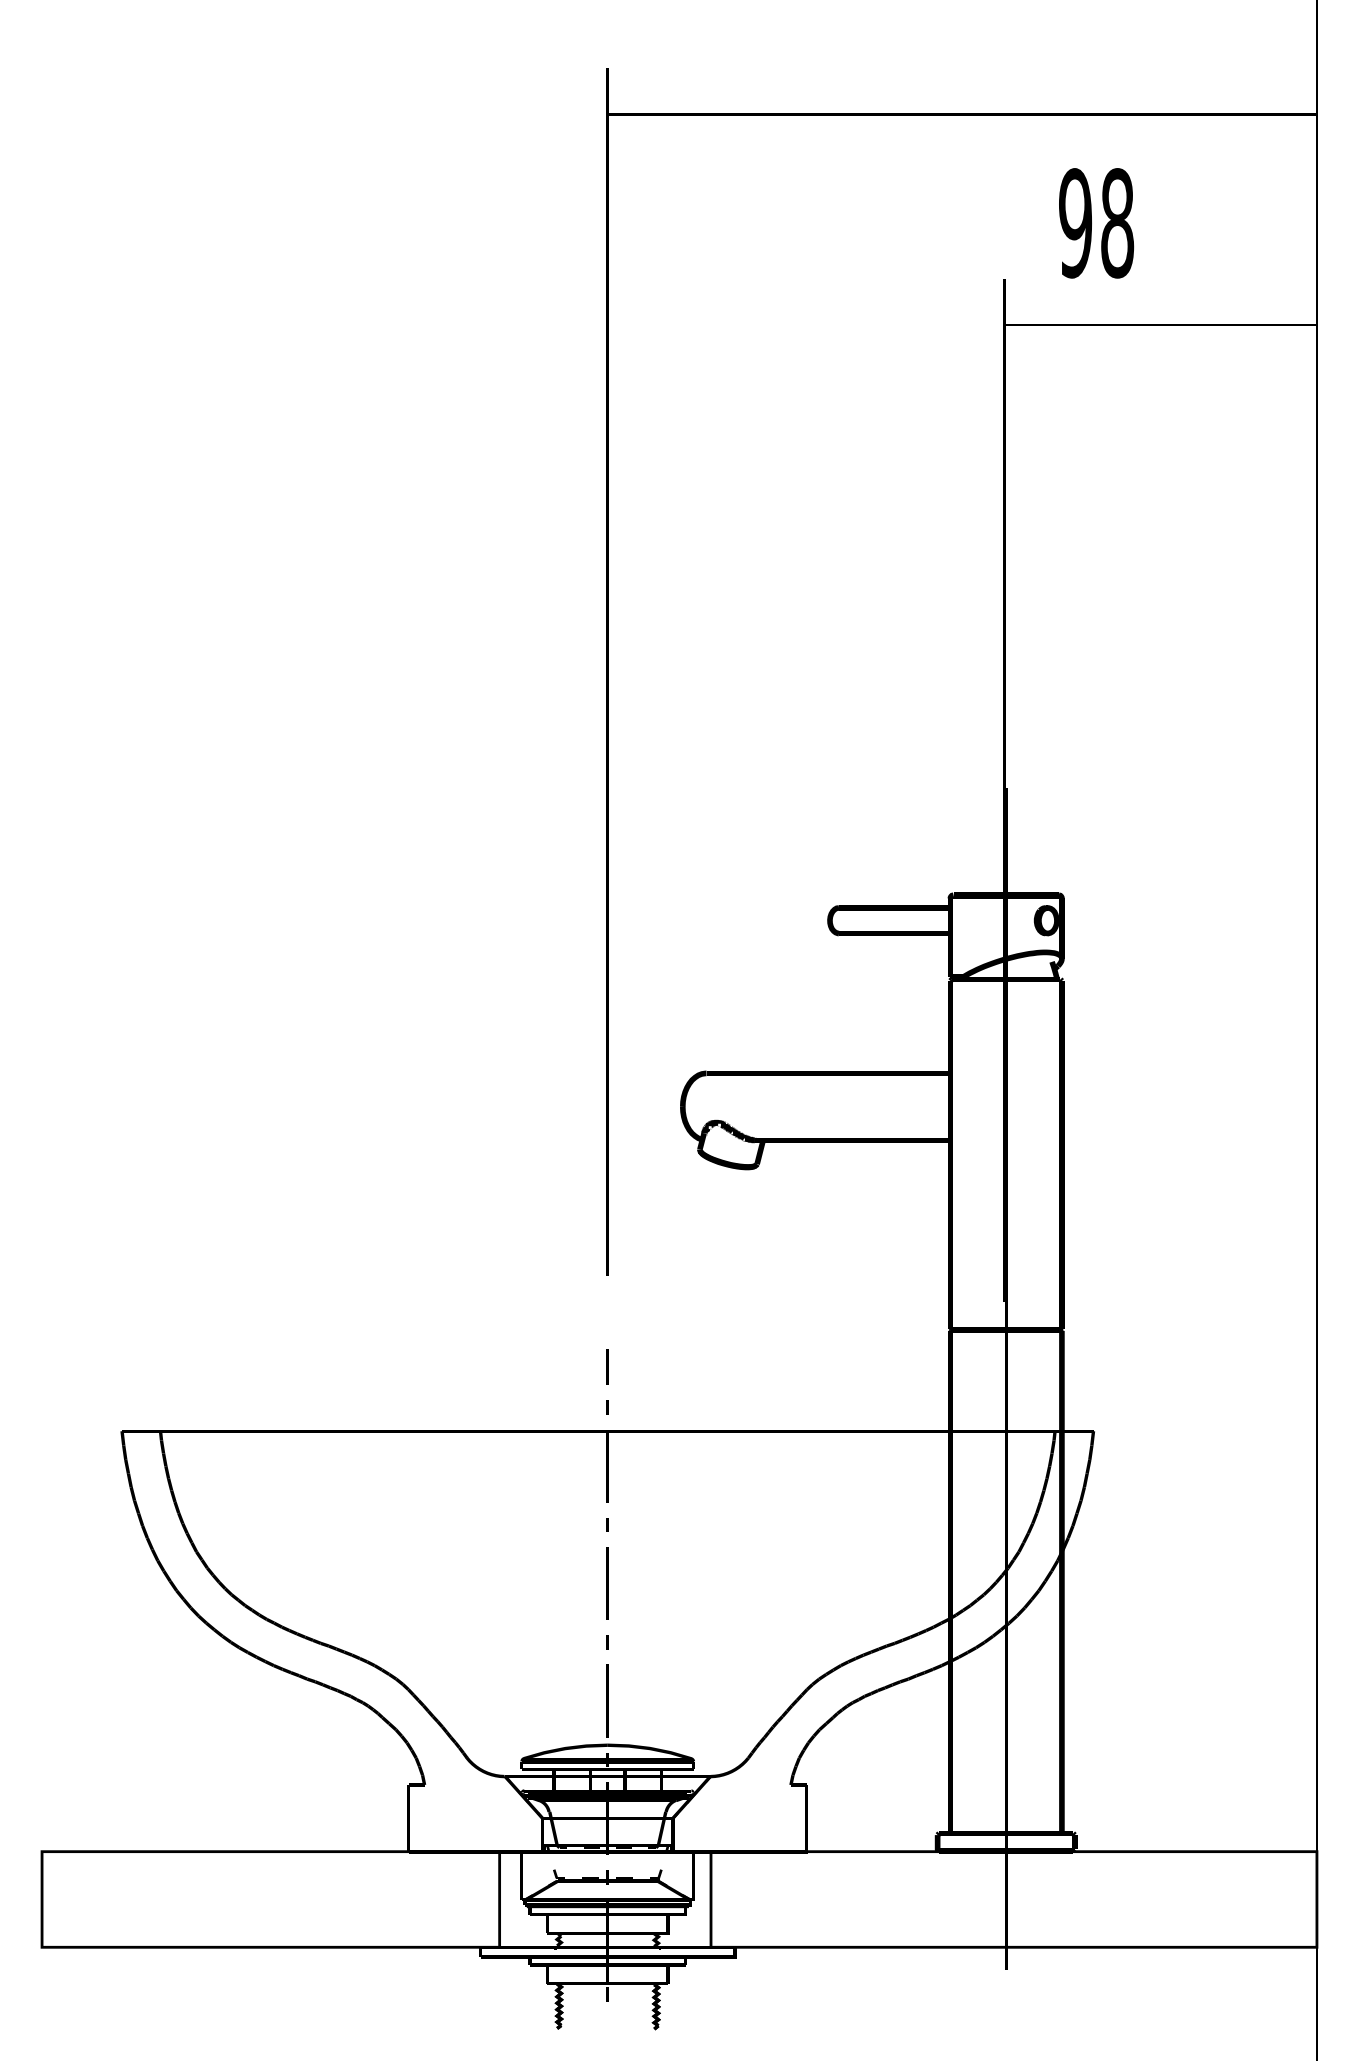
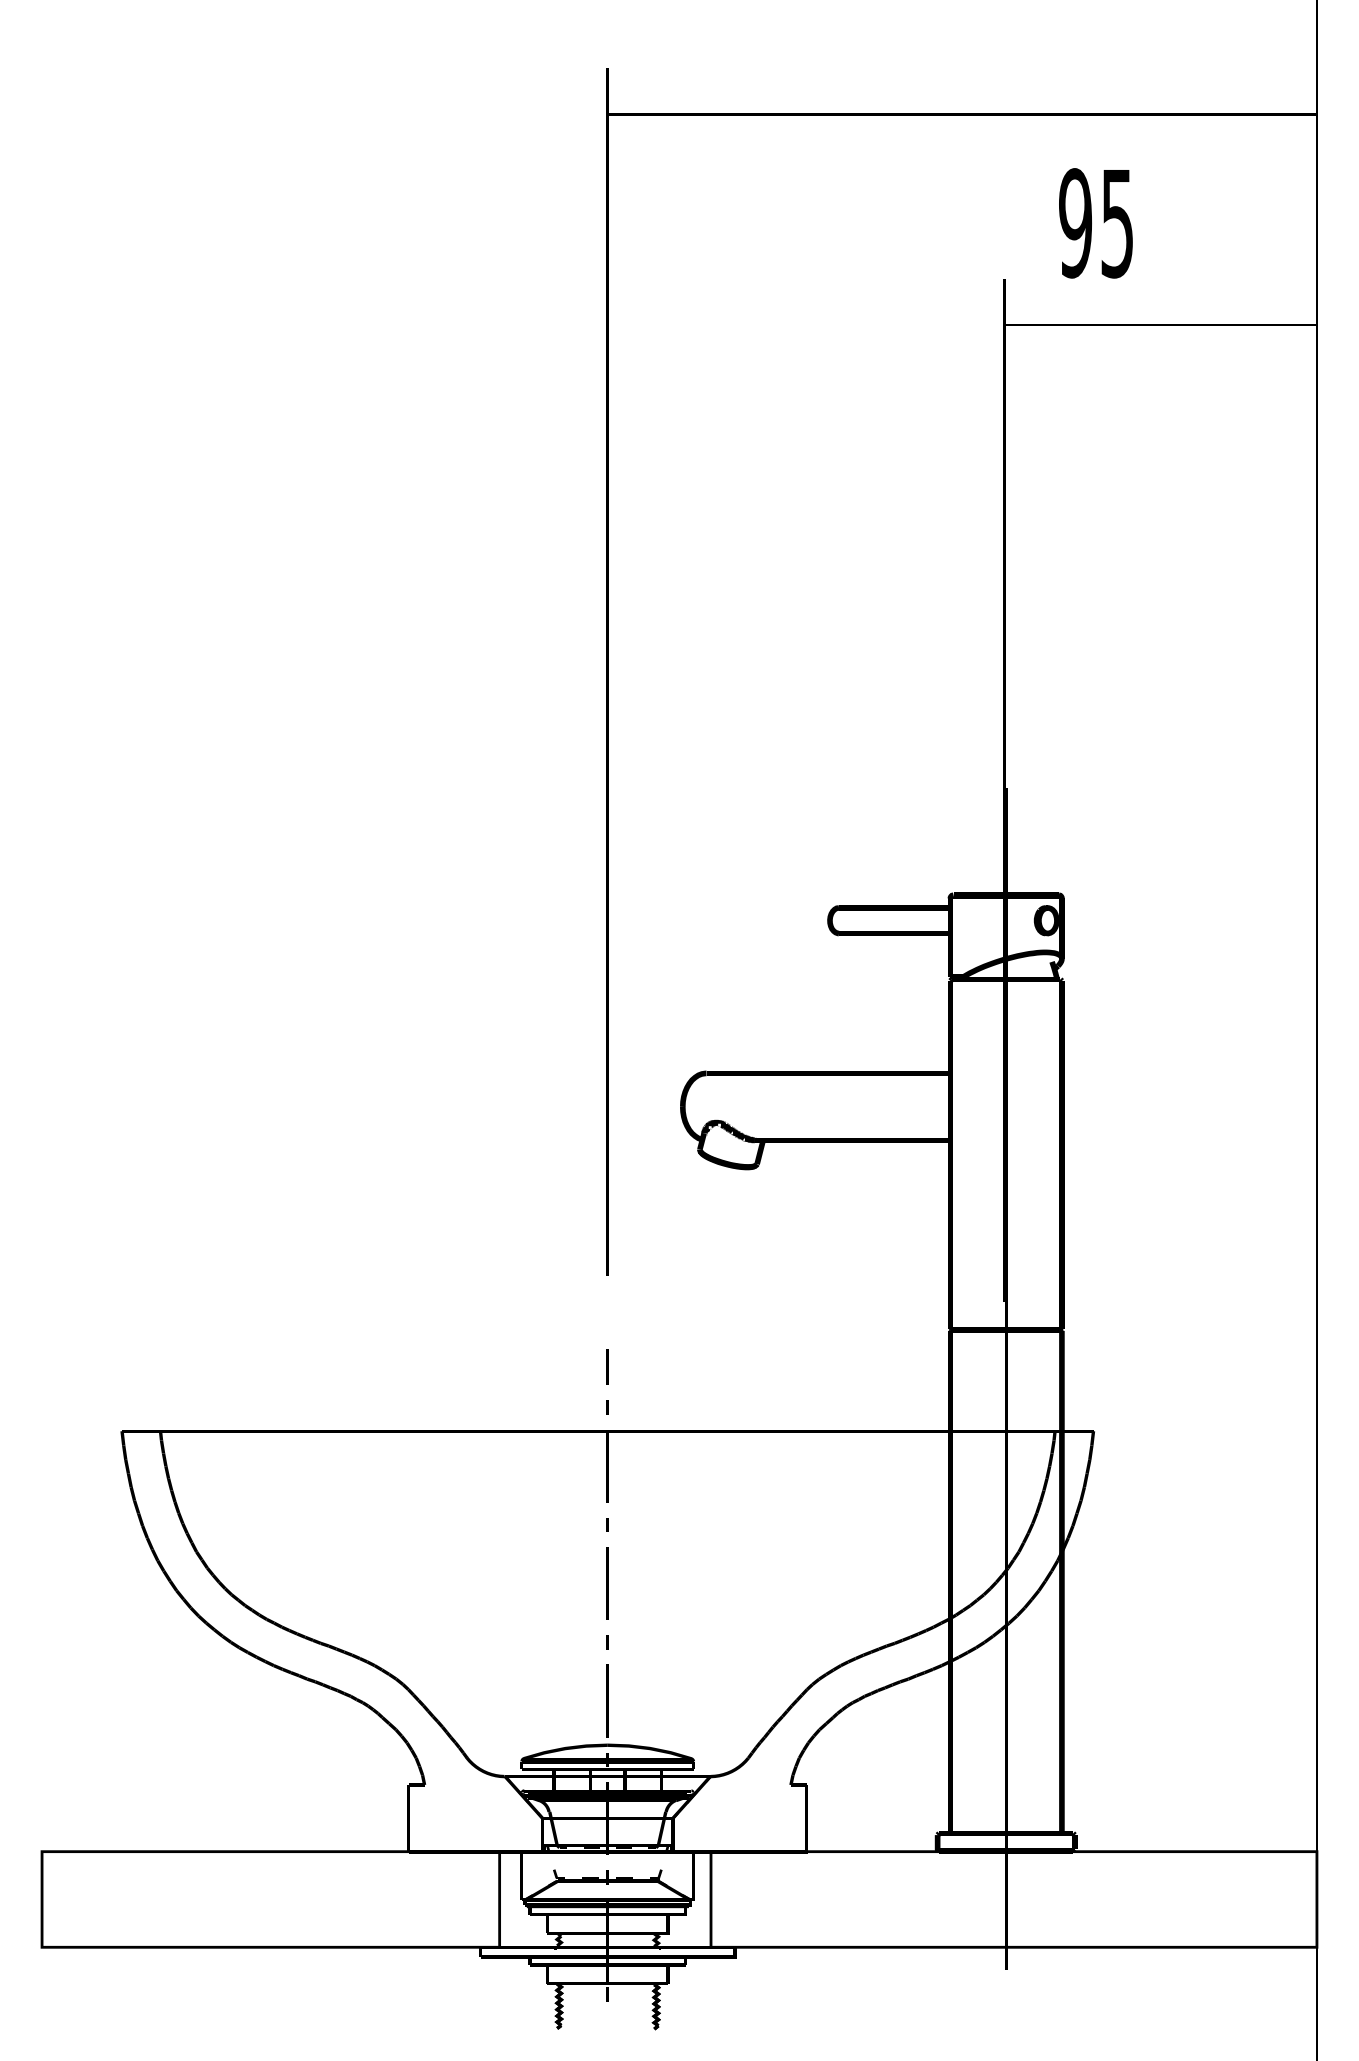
text at (1117, 223): 98 -> 95
